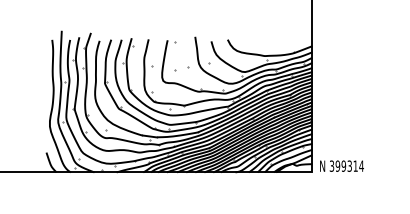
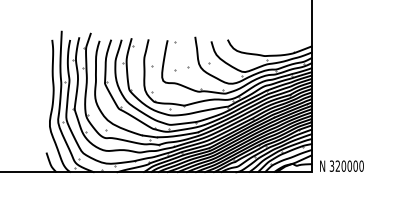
text at (349, 165): 399314 -> 320000
